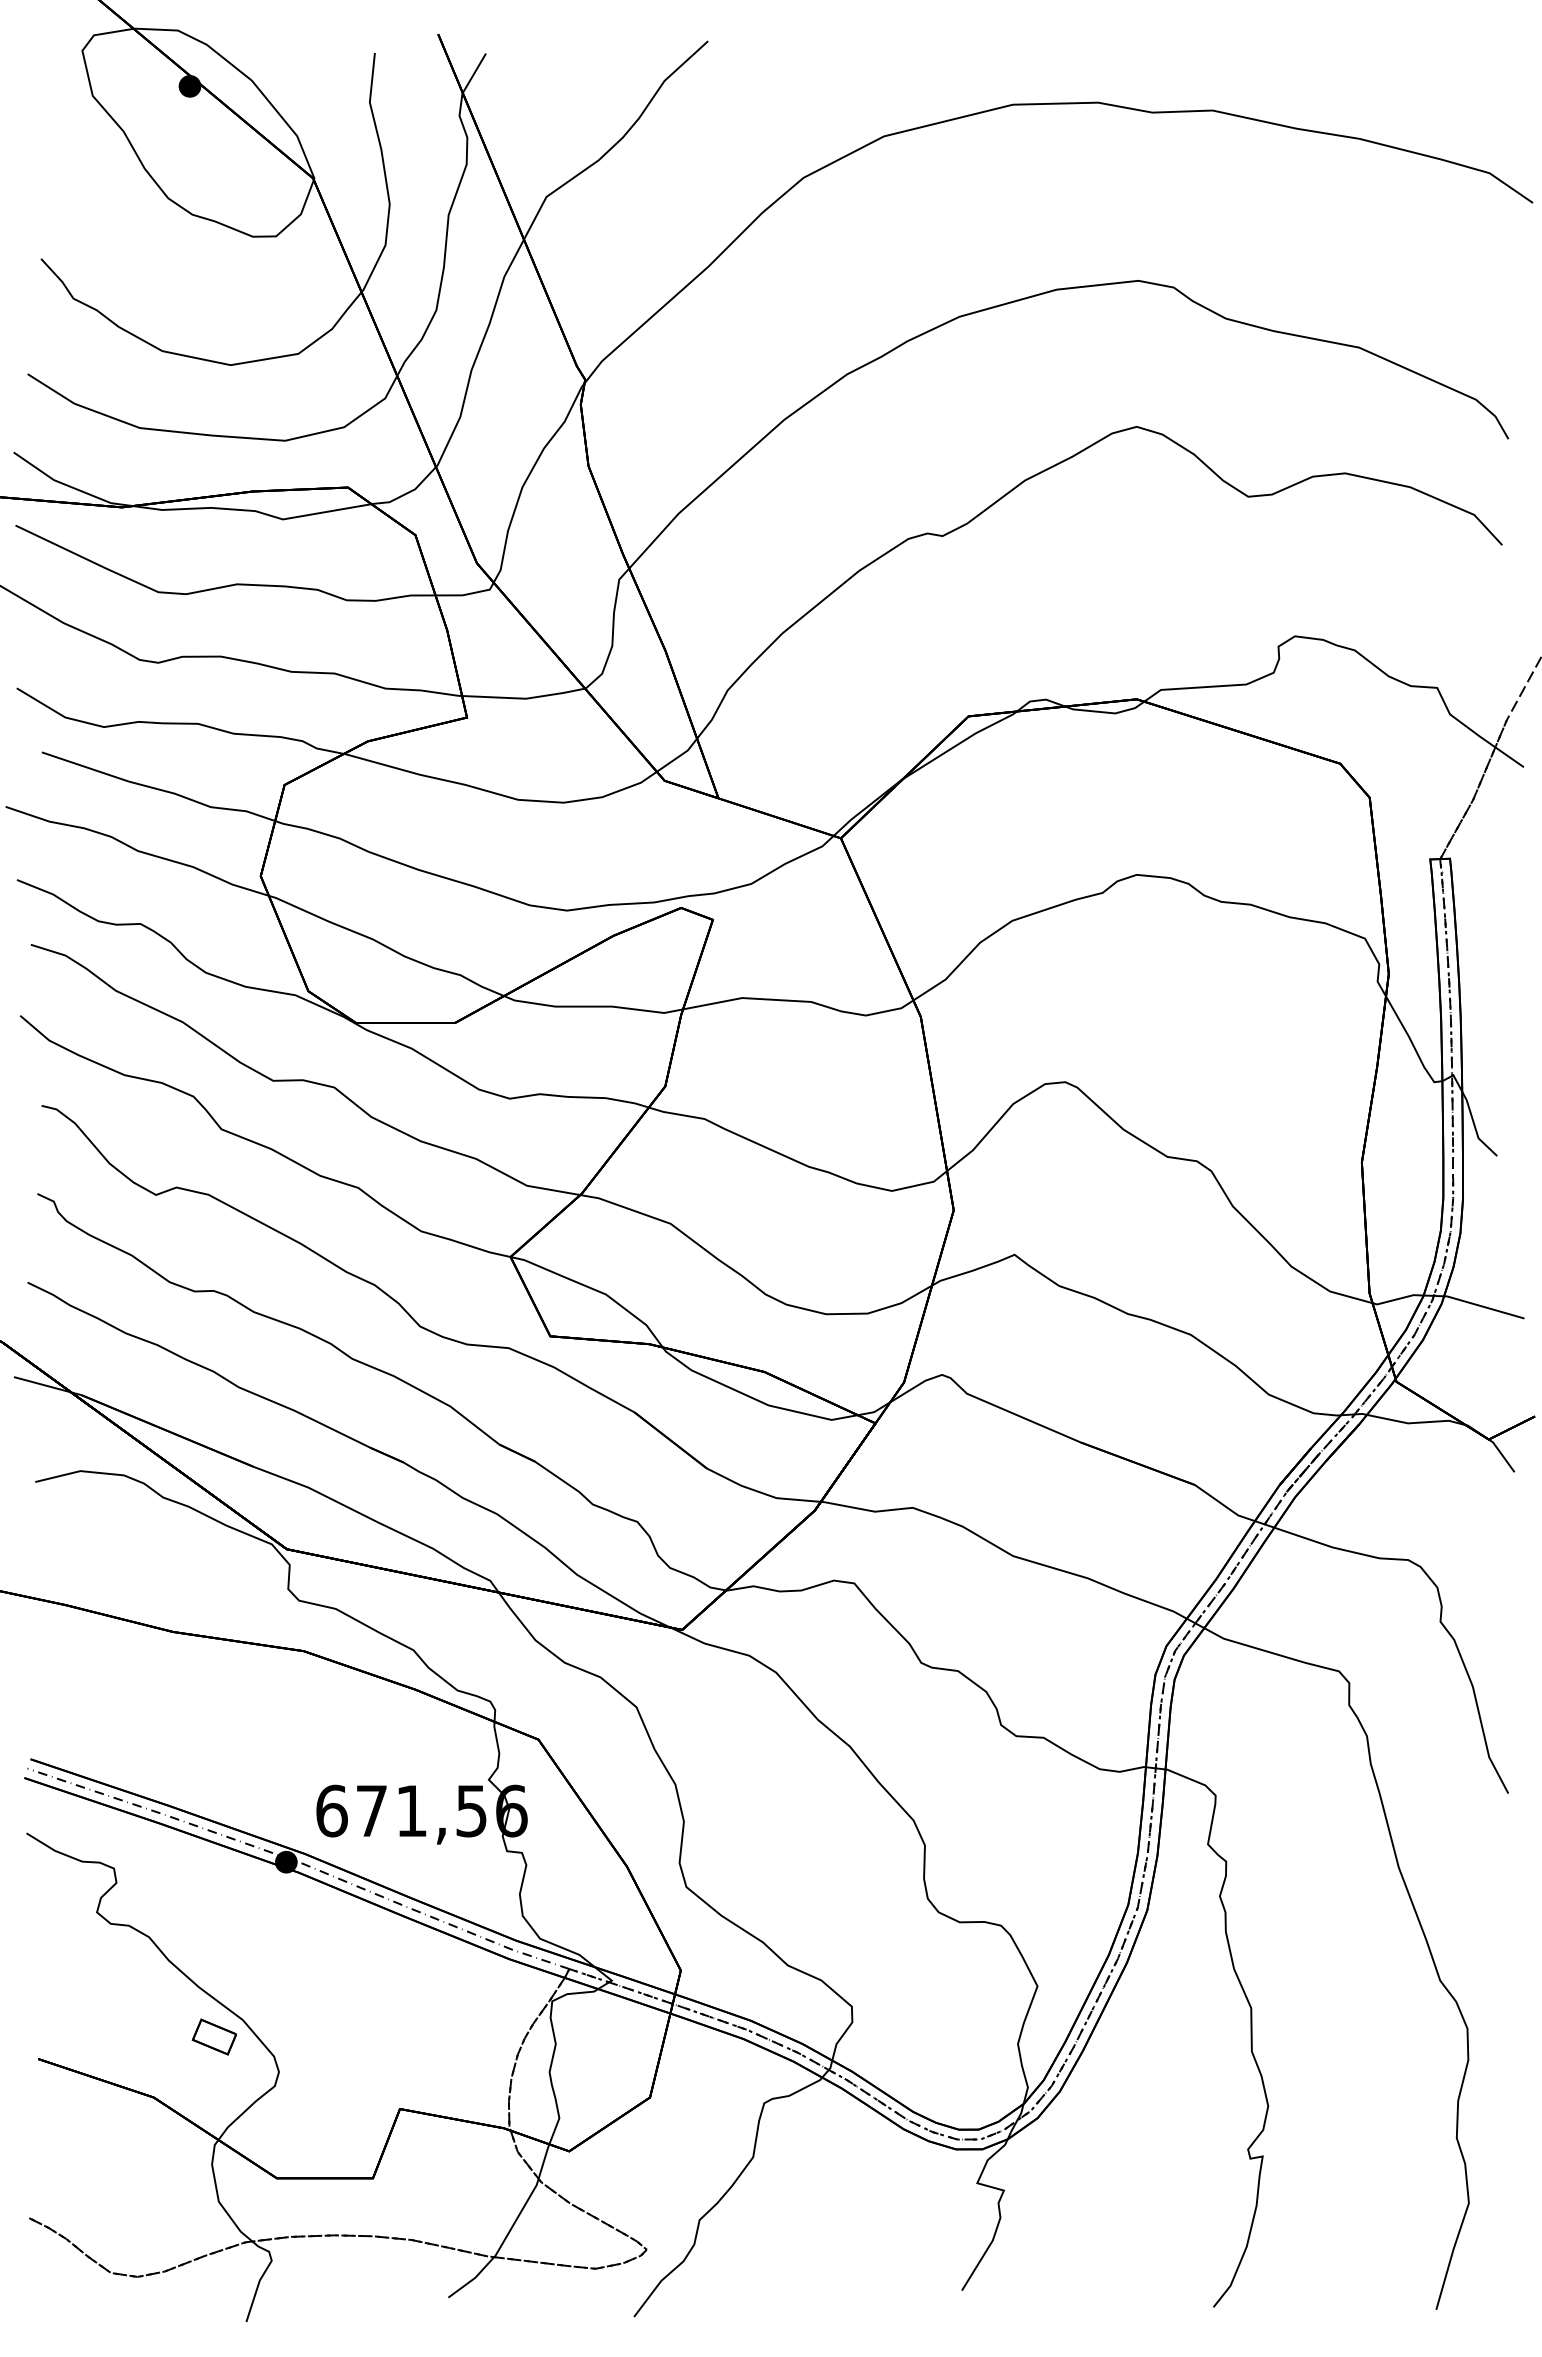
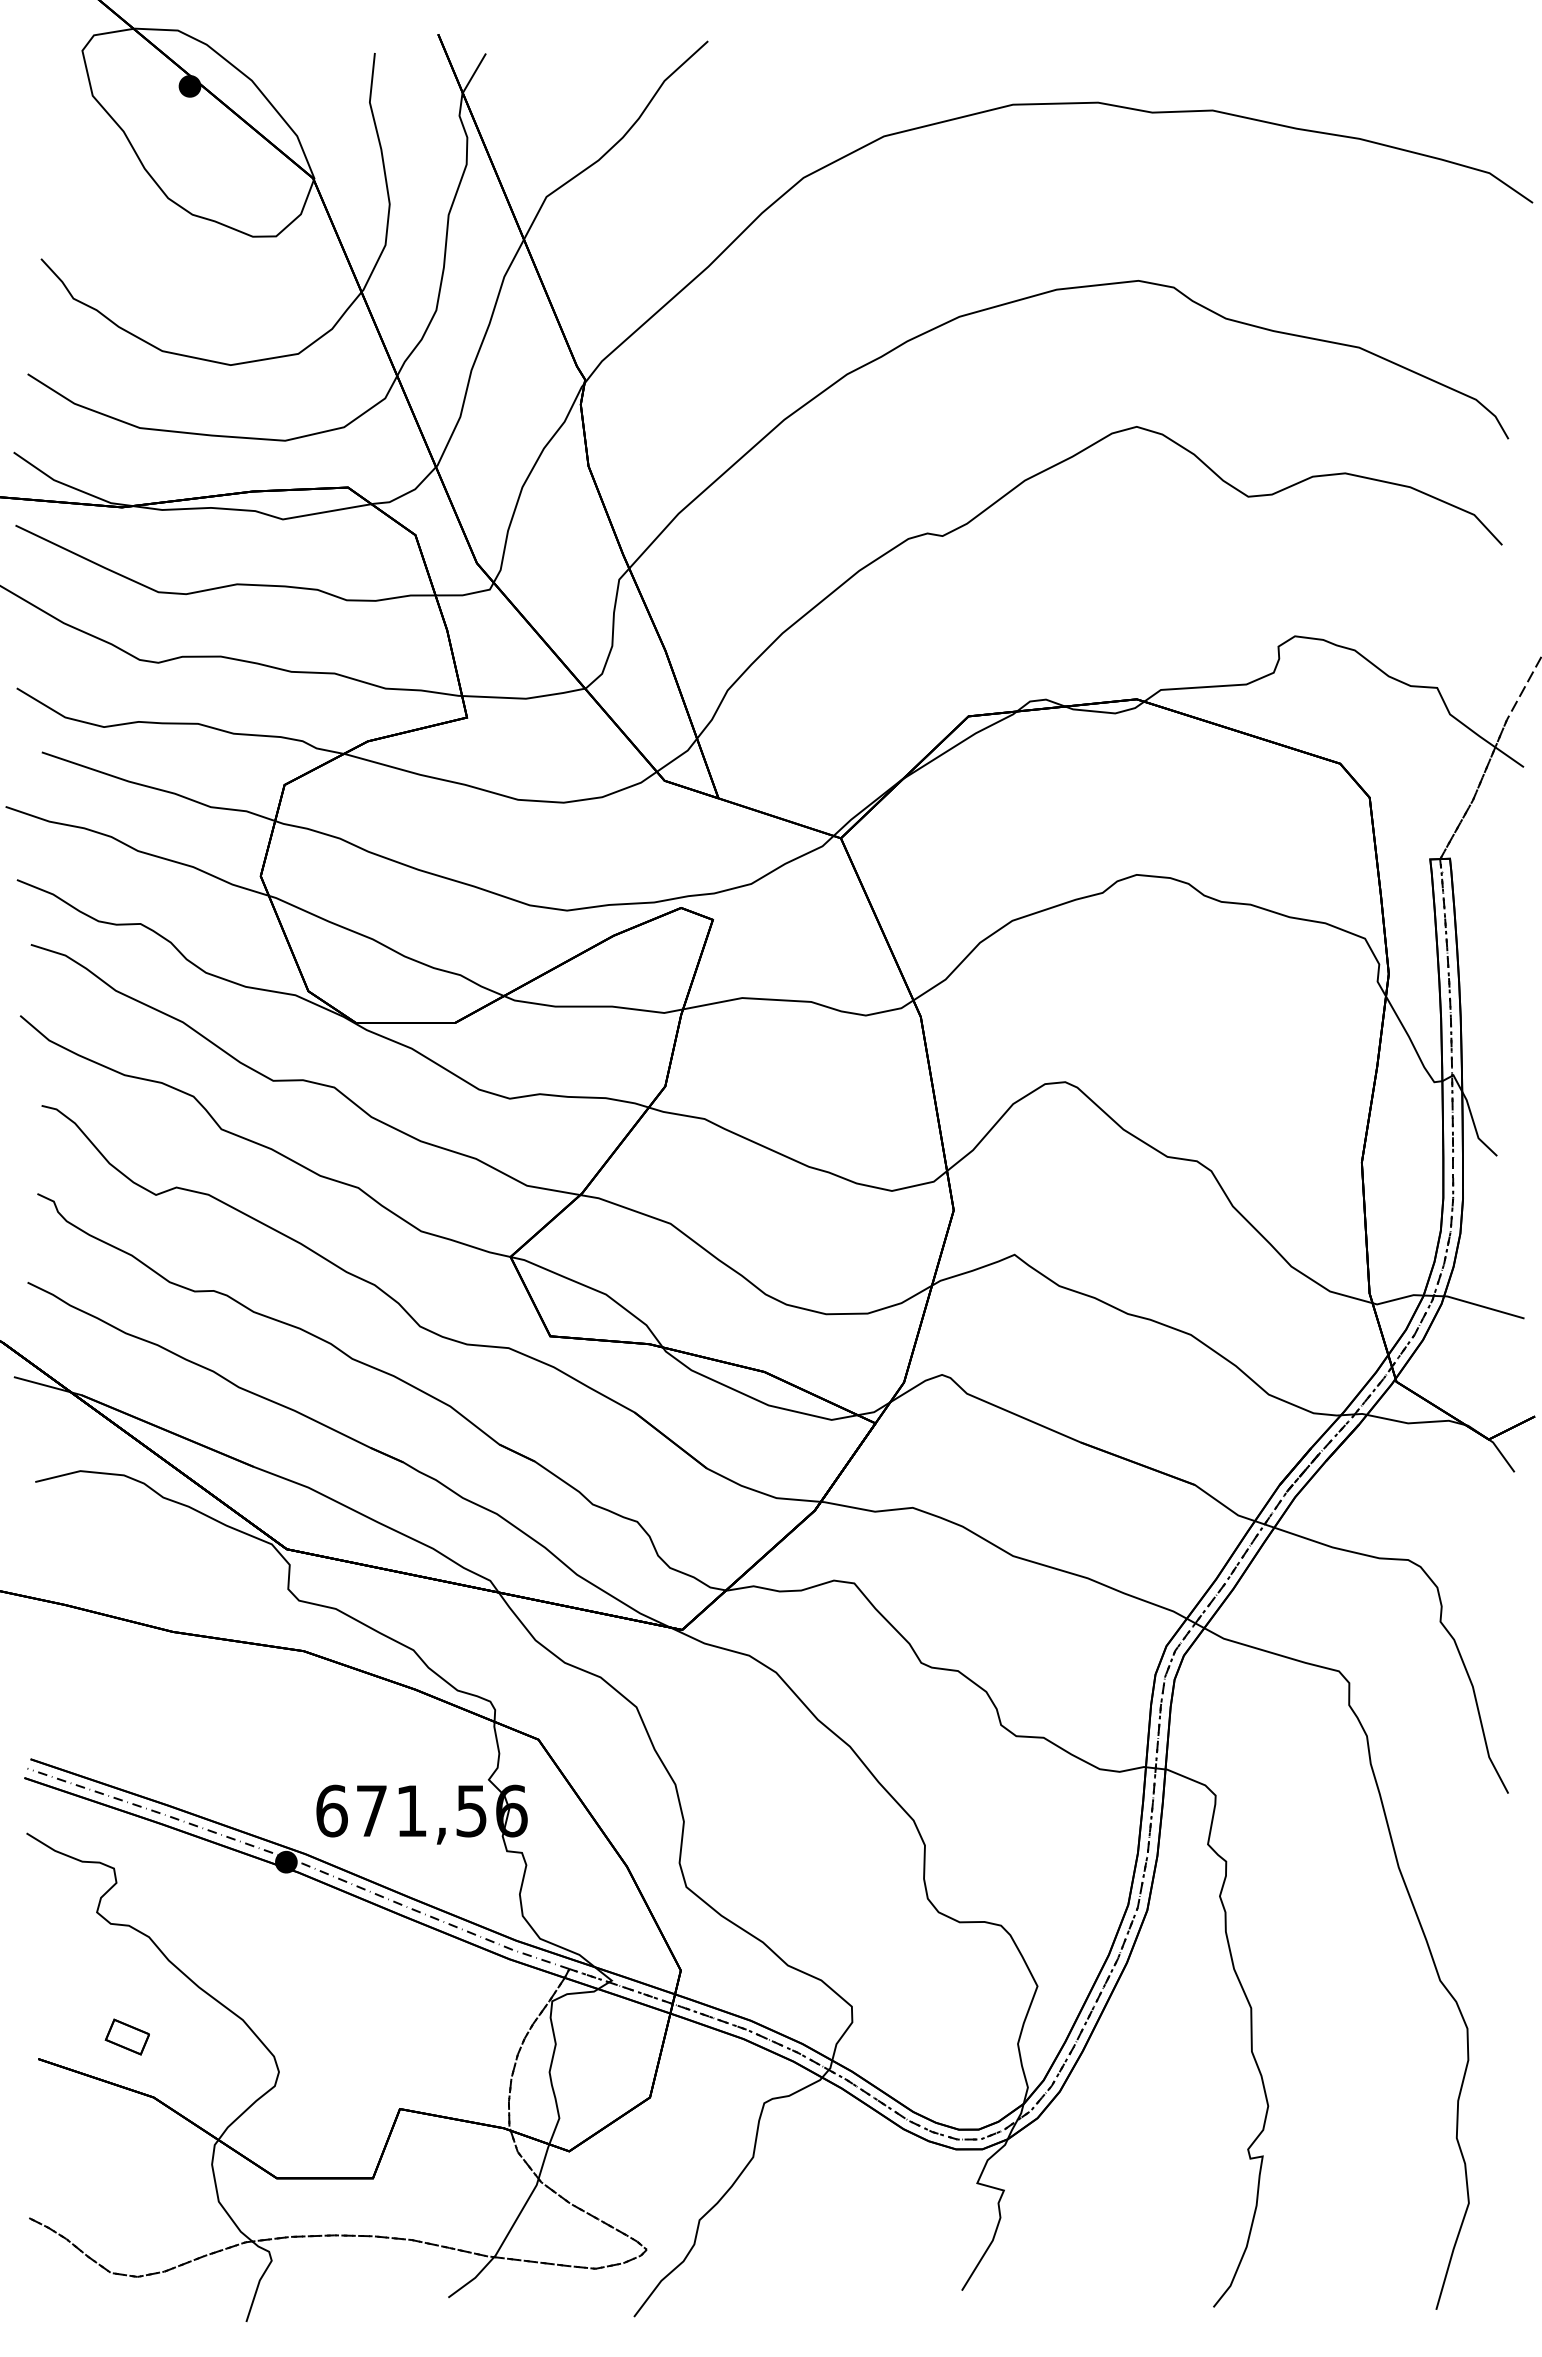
part at (213, 2036) position: (213, 2036) -> (126, 2036)
